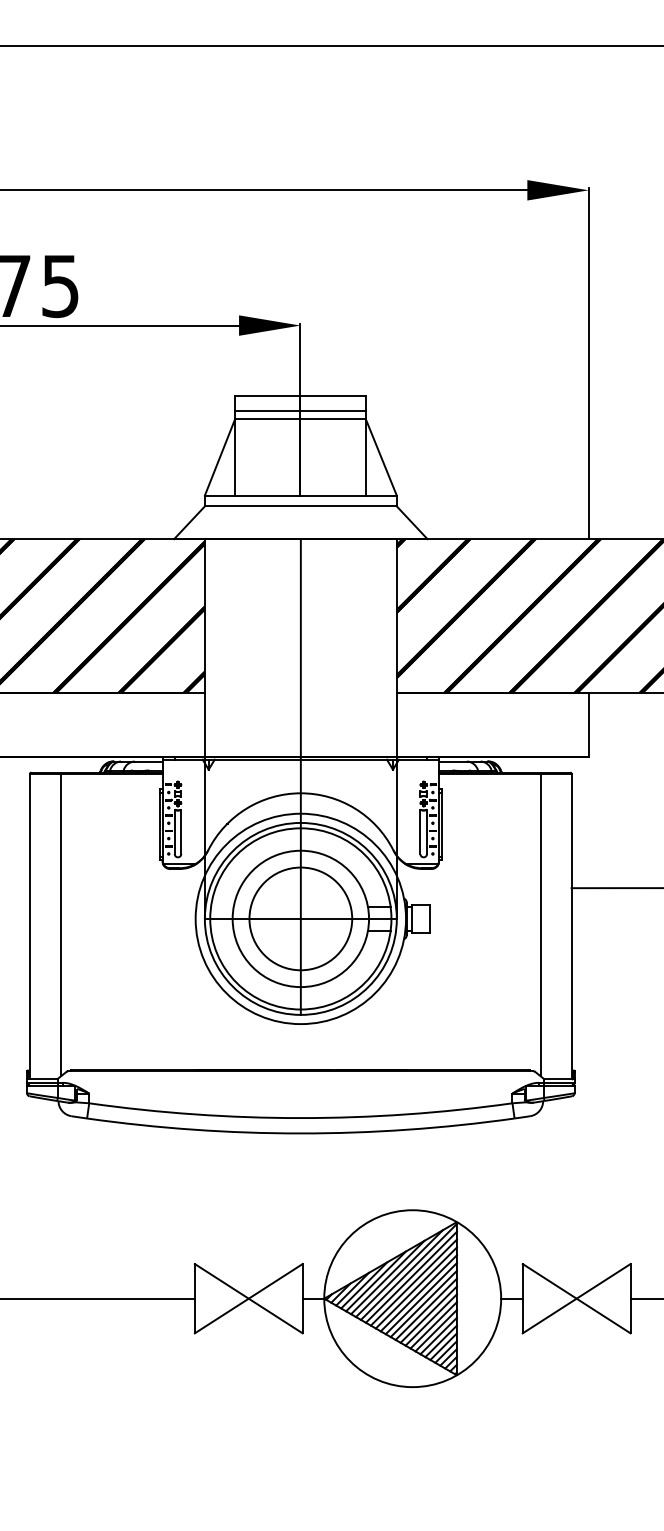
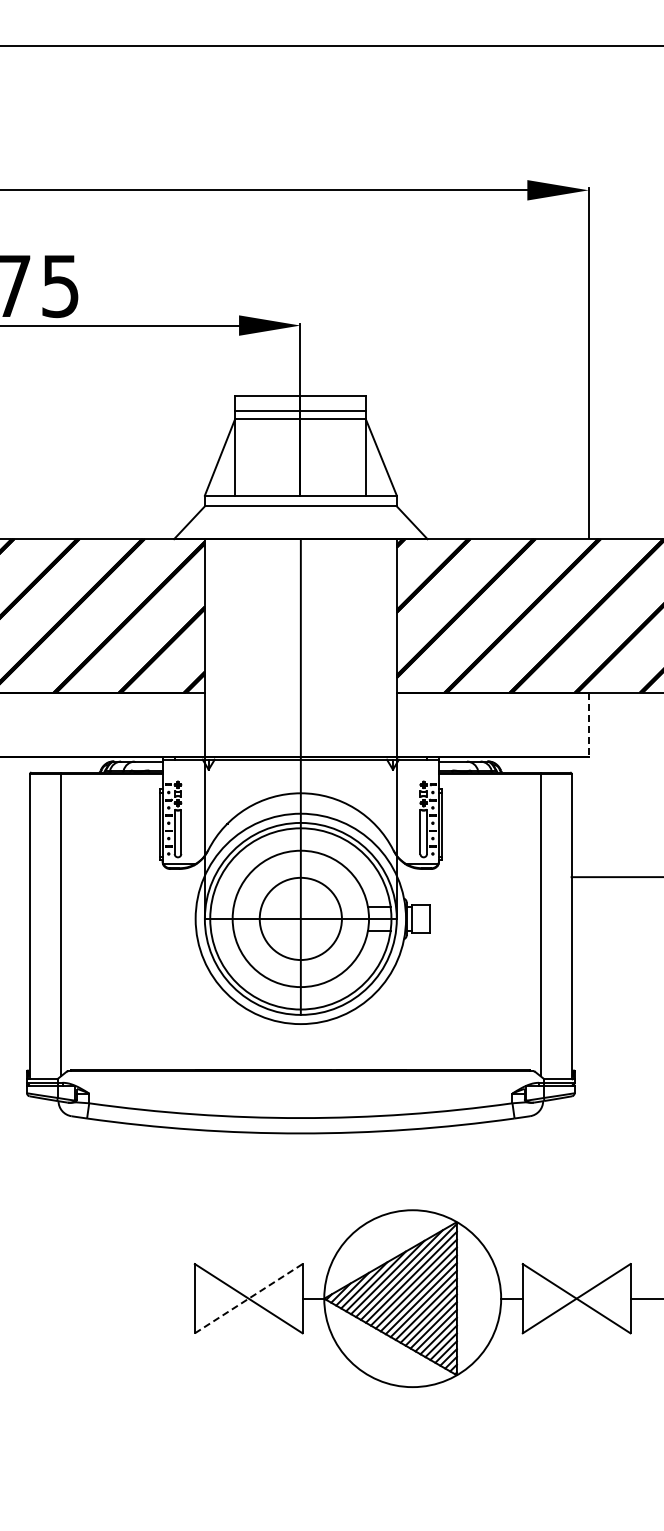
line at (588, 725): solid -> dashed
line at (615, 888) position: (615, 888) -> (615, 877)
circle at (300, 918) diameter: 103 px -> 82 px
line at (98, 1298): present -> none
line at (249, 1298): solid -> dashed
